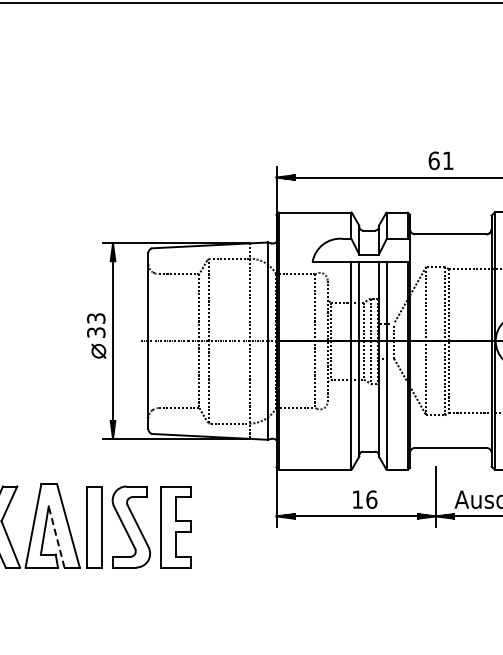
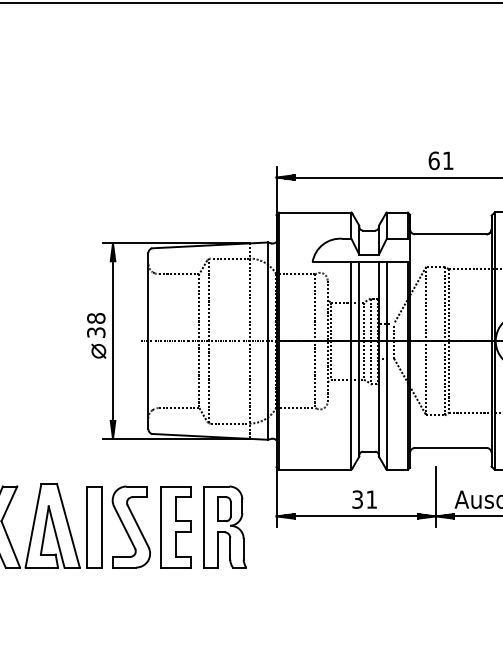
text at (96, 318): 33 -> 38
text at (364, 499): 16 -> 31
part at (224, 526): none -> present
line at (56, 536): dashed -> solid
